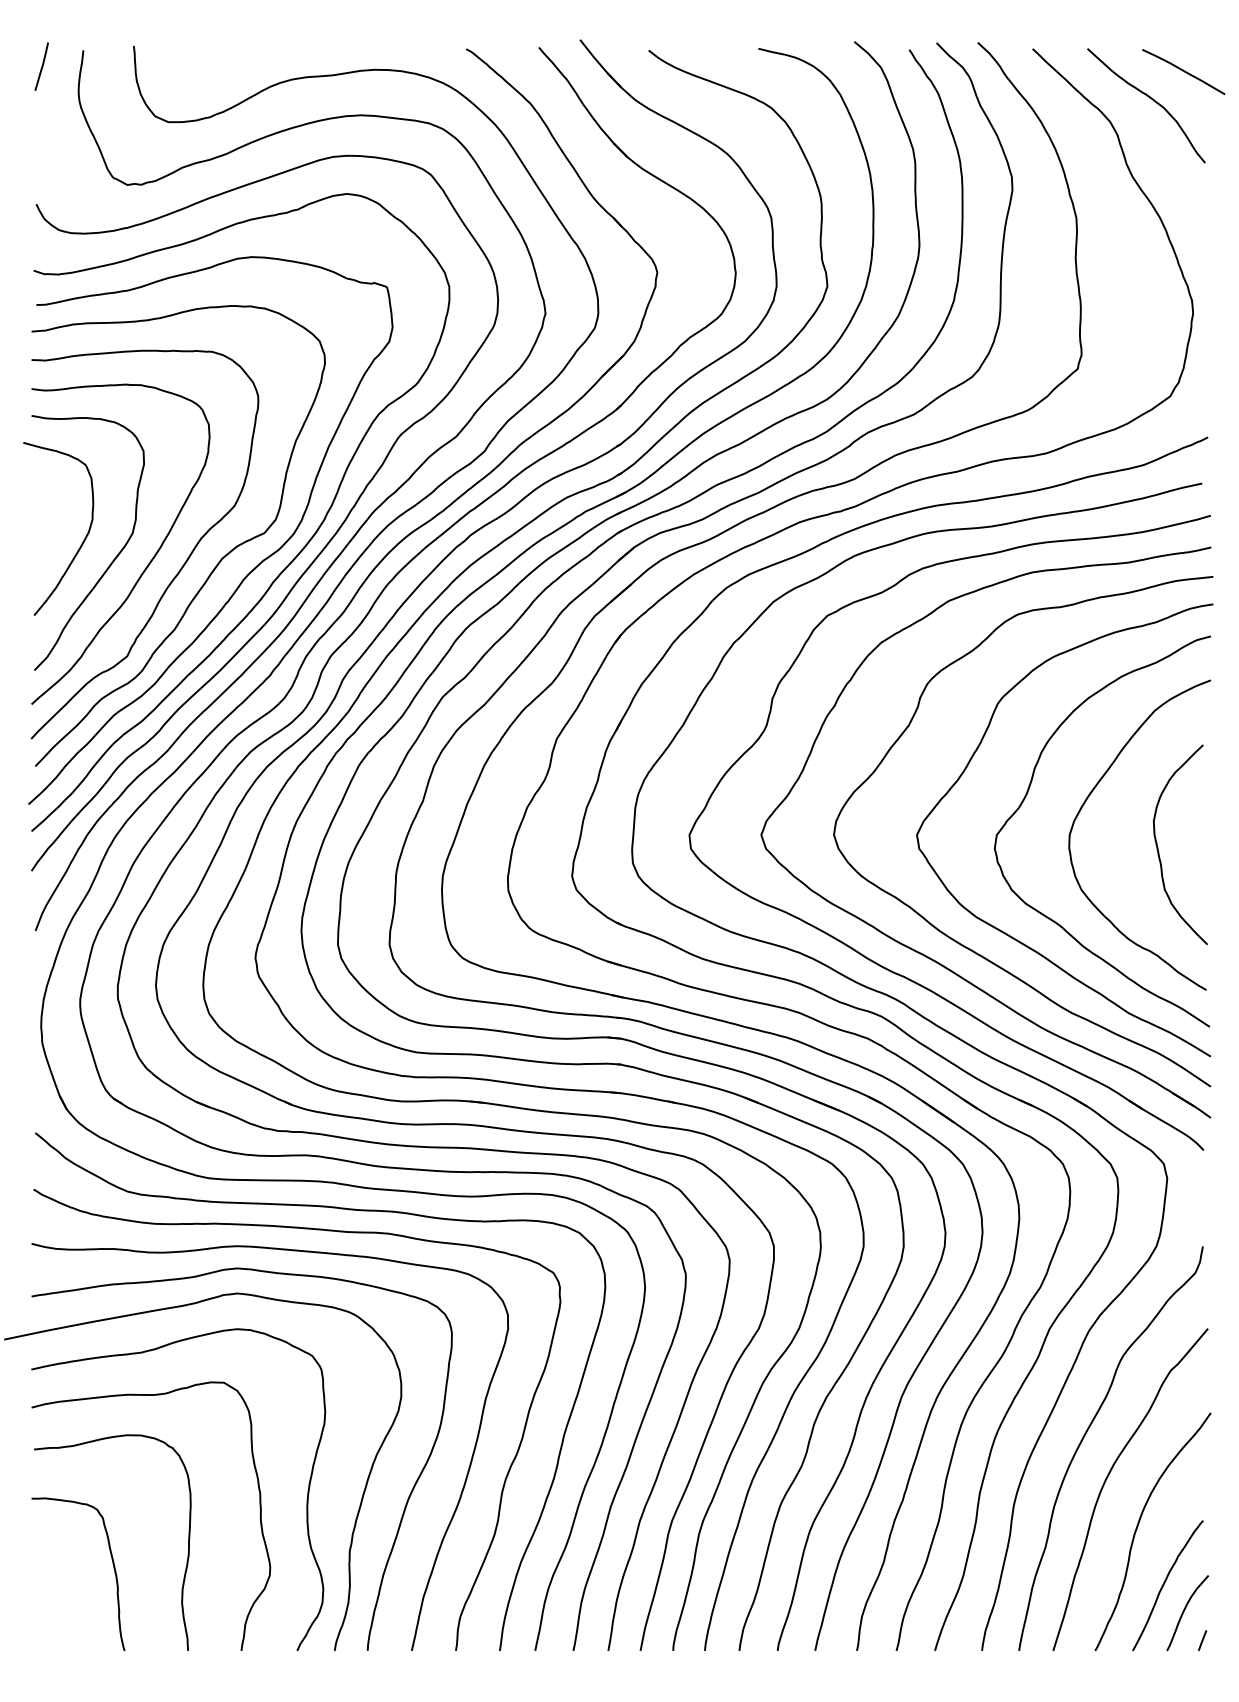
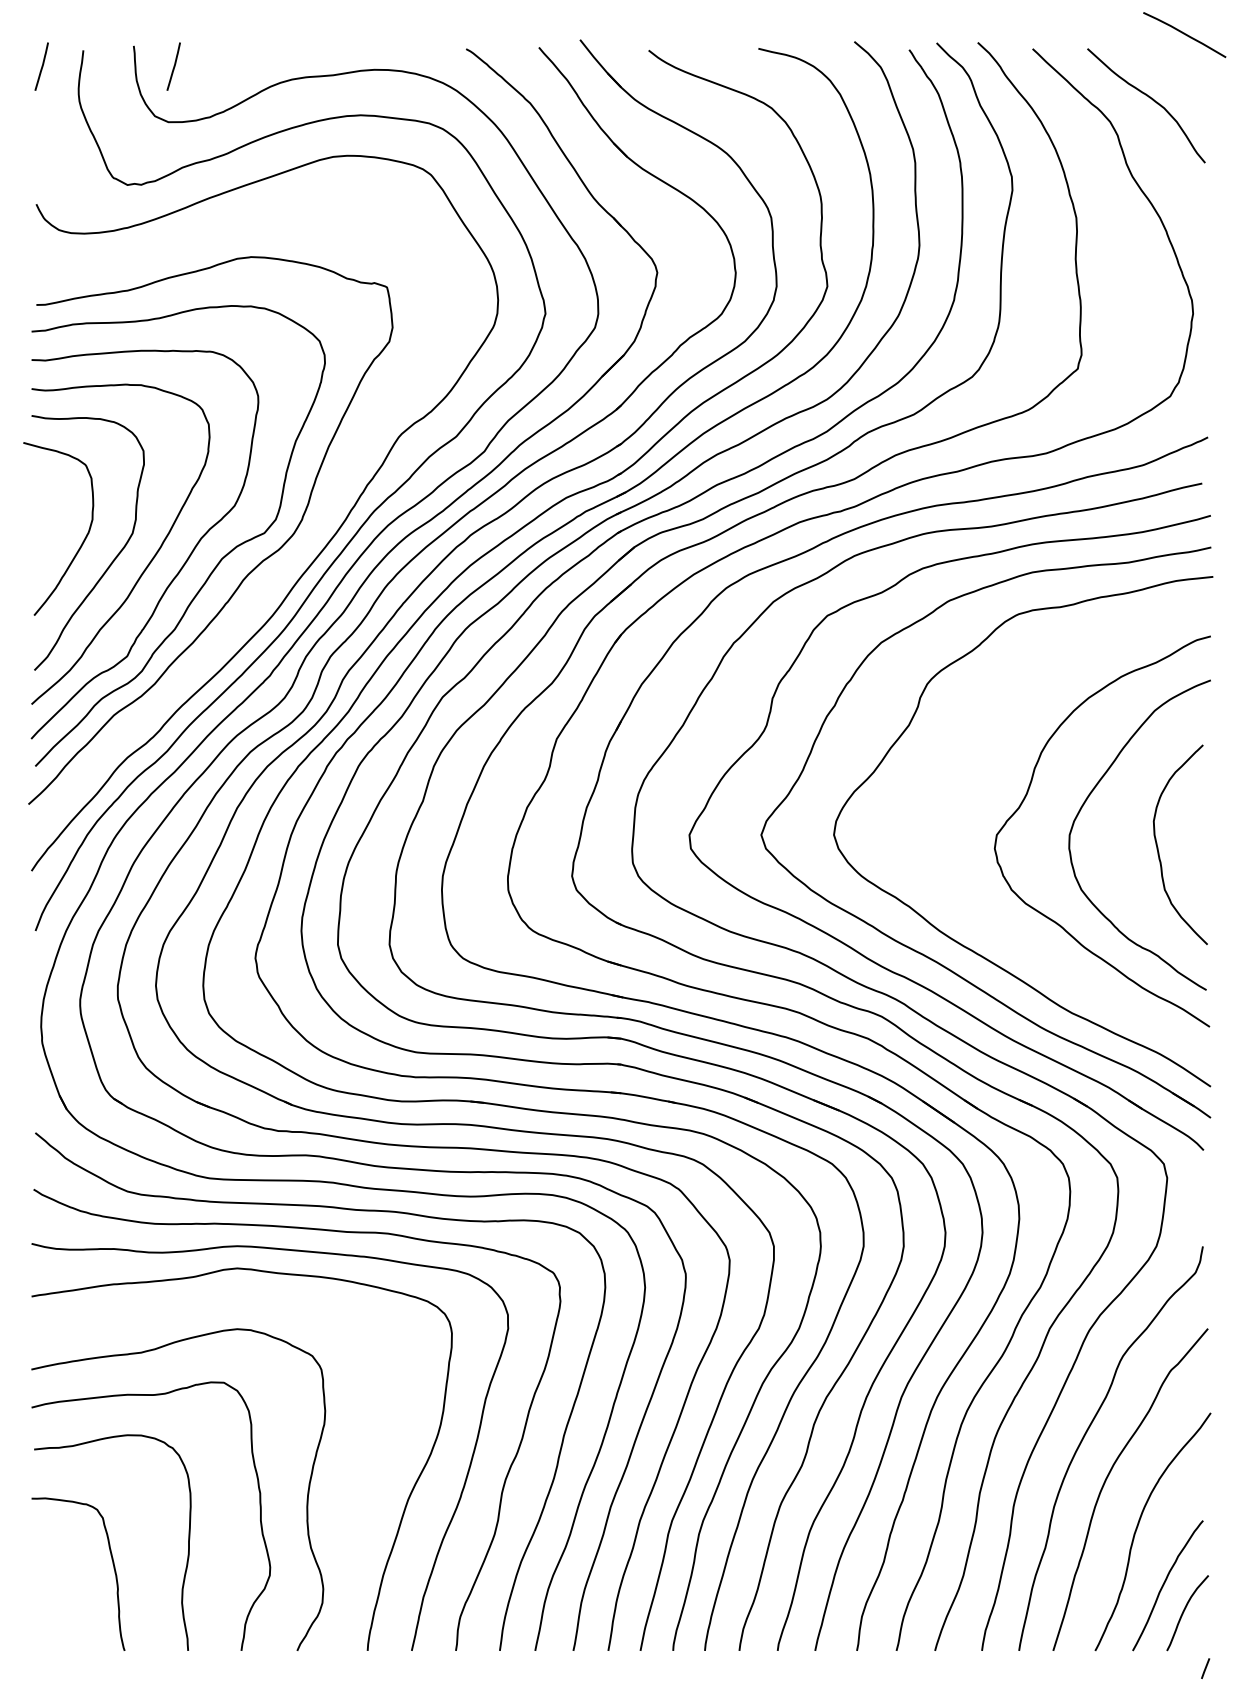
line at (173, 66): none -> present
curve at (1183, 71) position: (1183, 71) -> (1184, 34)
curve at (290, 561): present -> none
curve at (966, 769): present -> none
curve at (355, 1518): present -> none
line at (1202, 1640) position: (1202, 1640) -> (1205, 1668)
